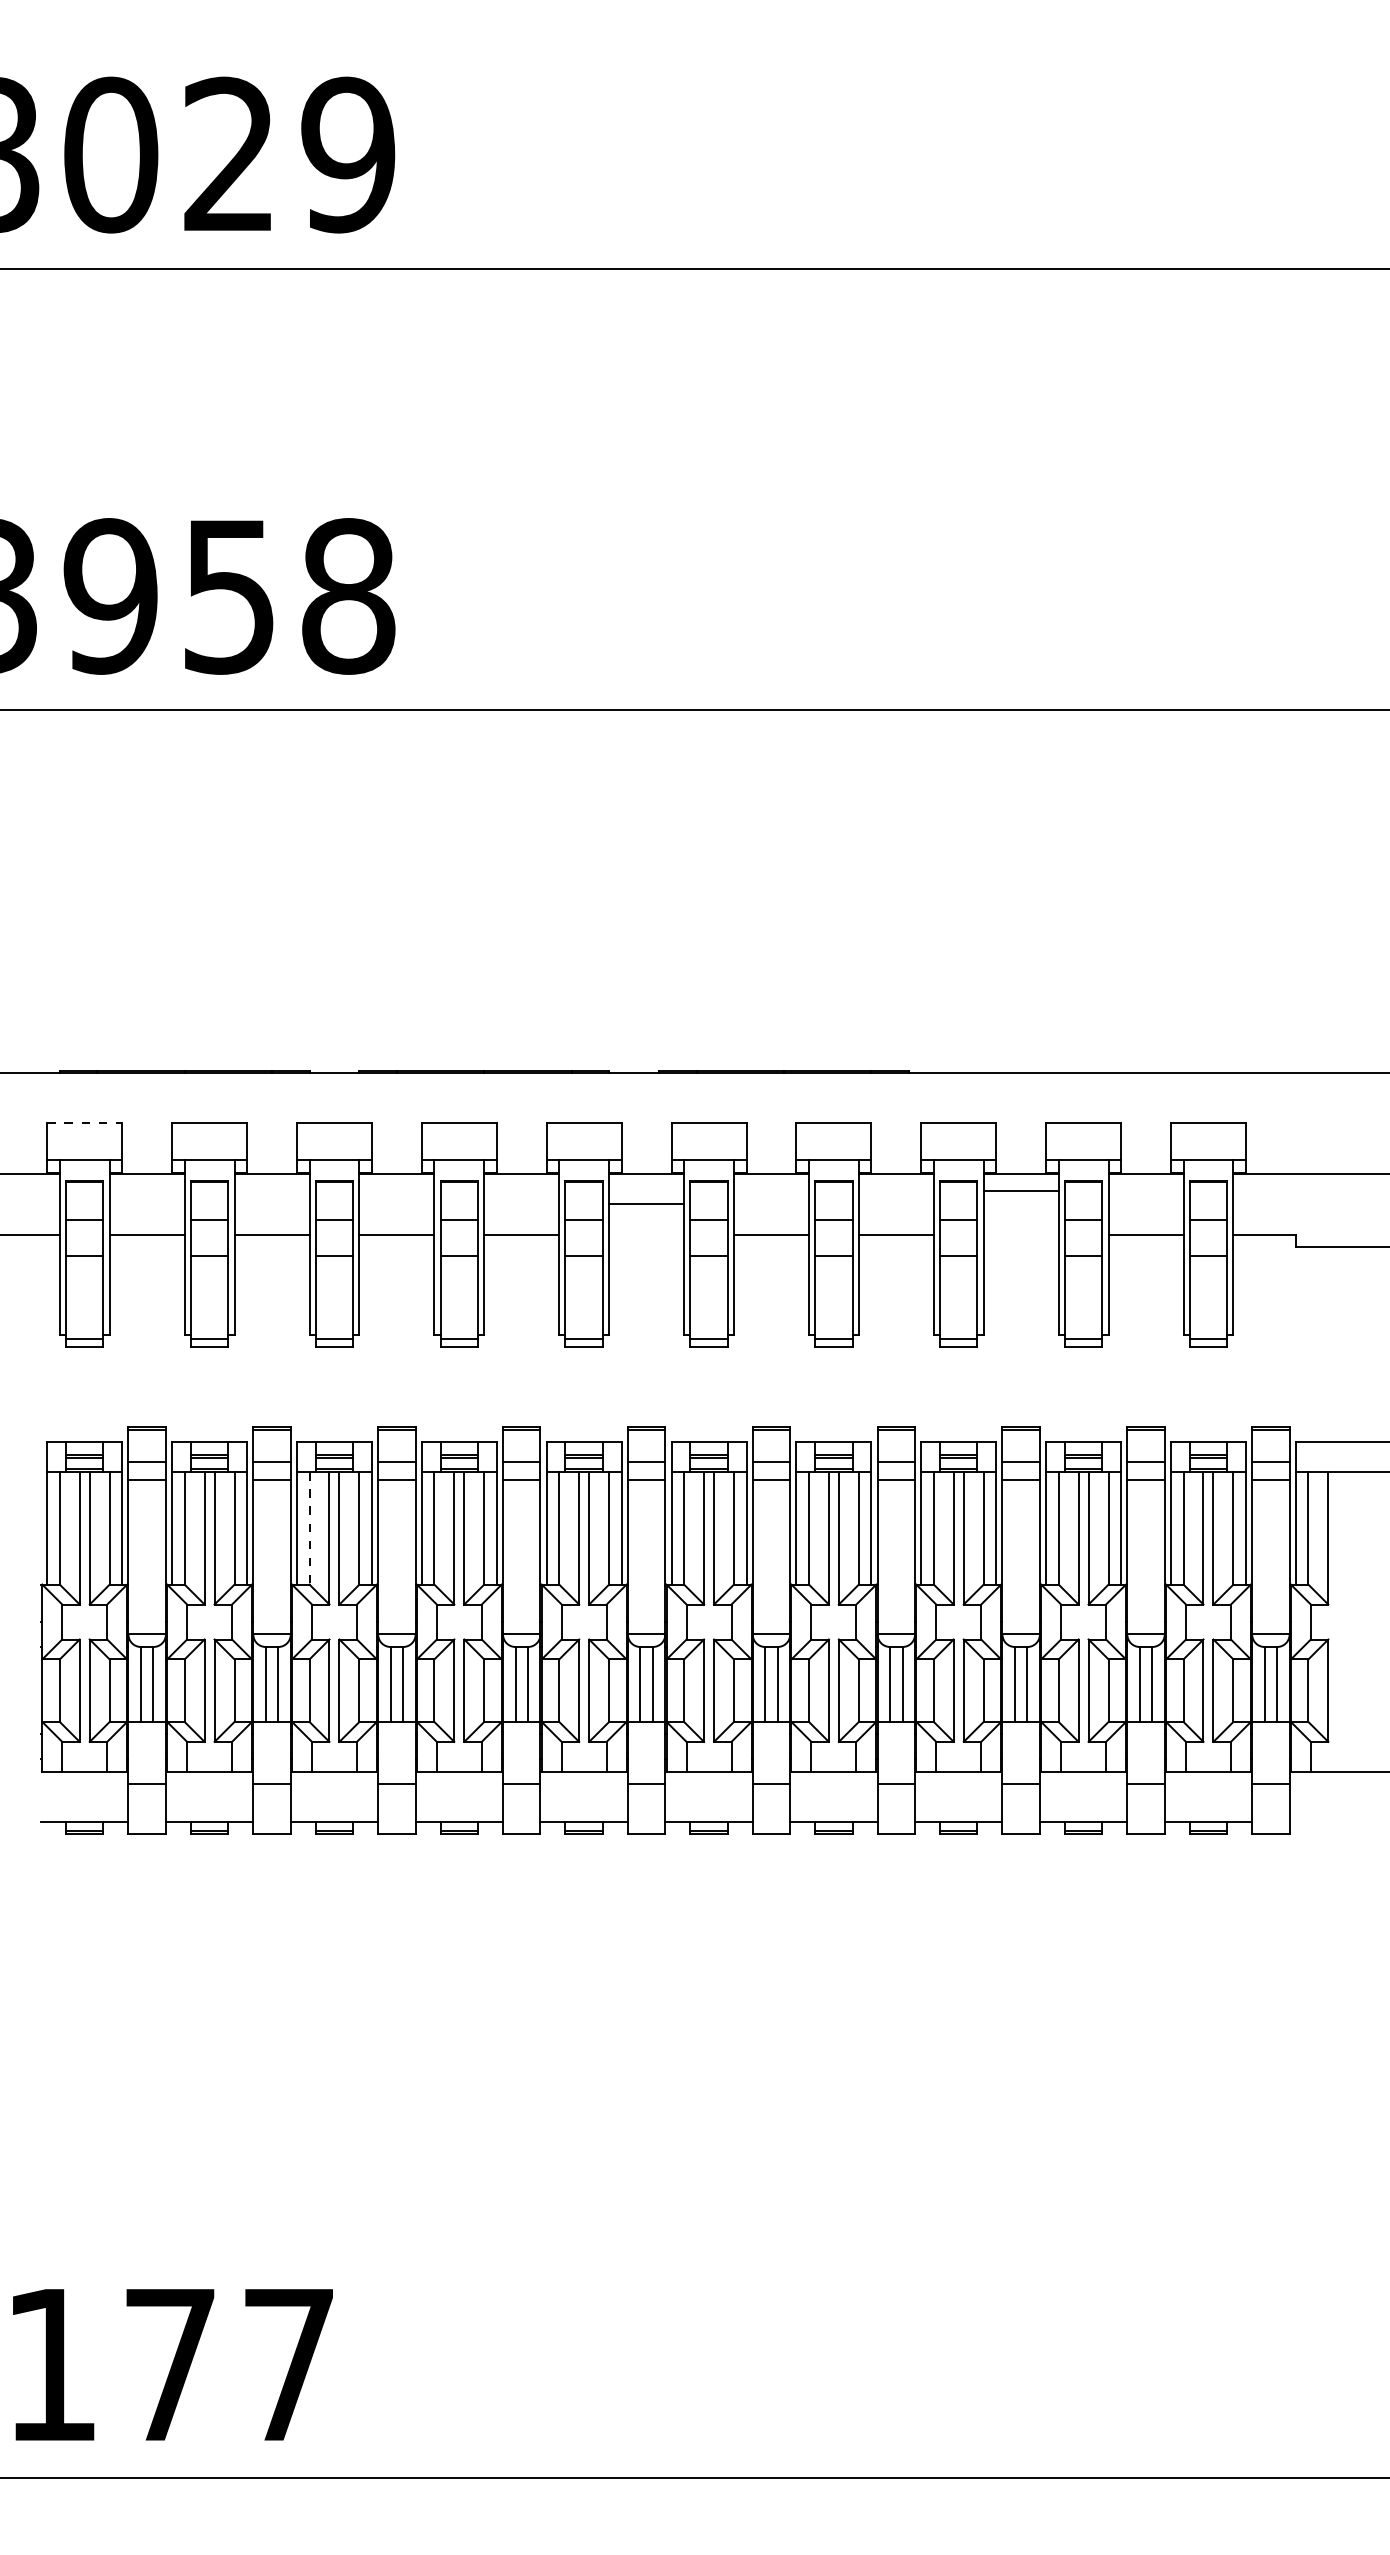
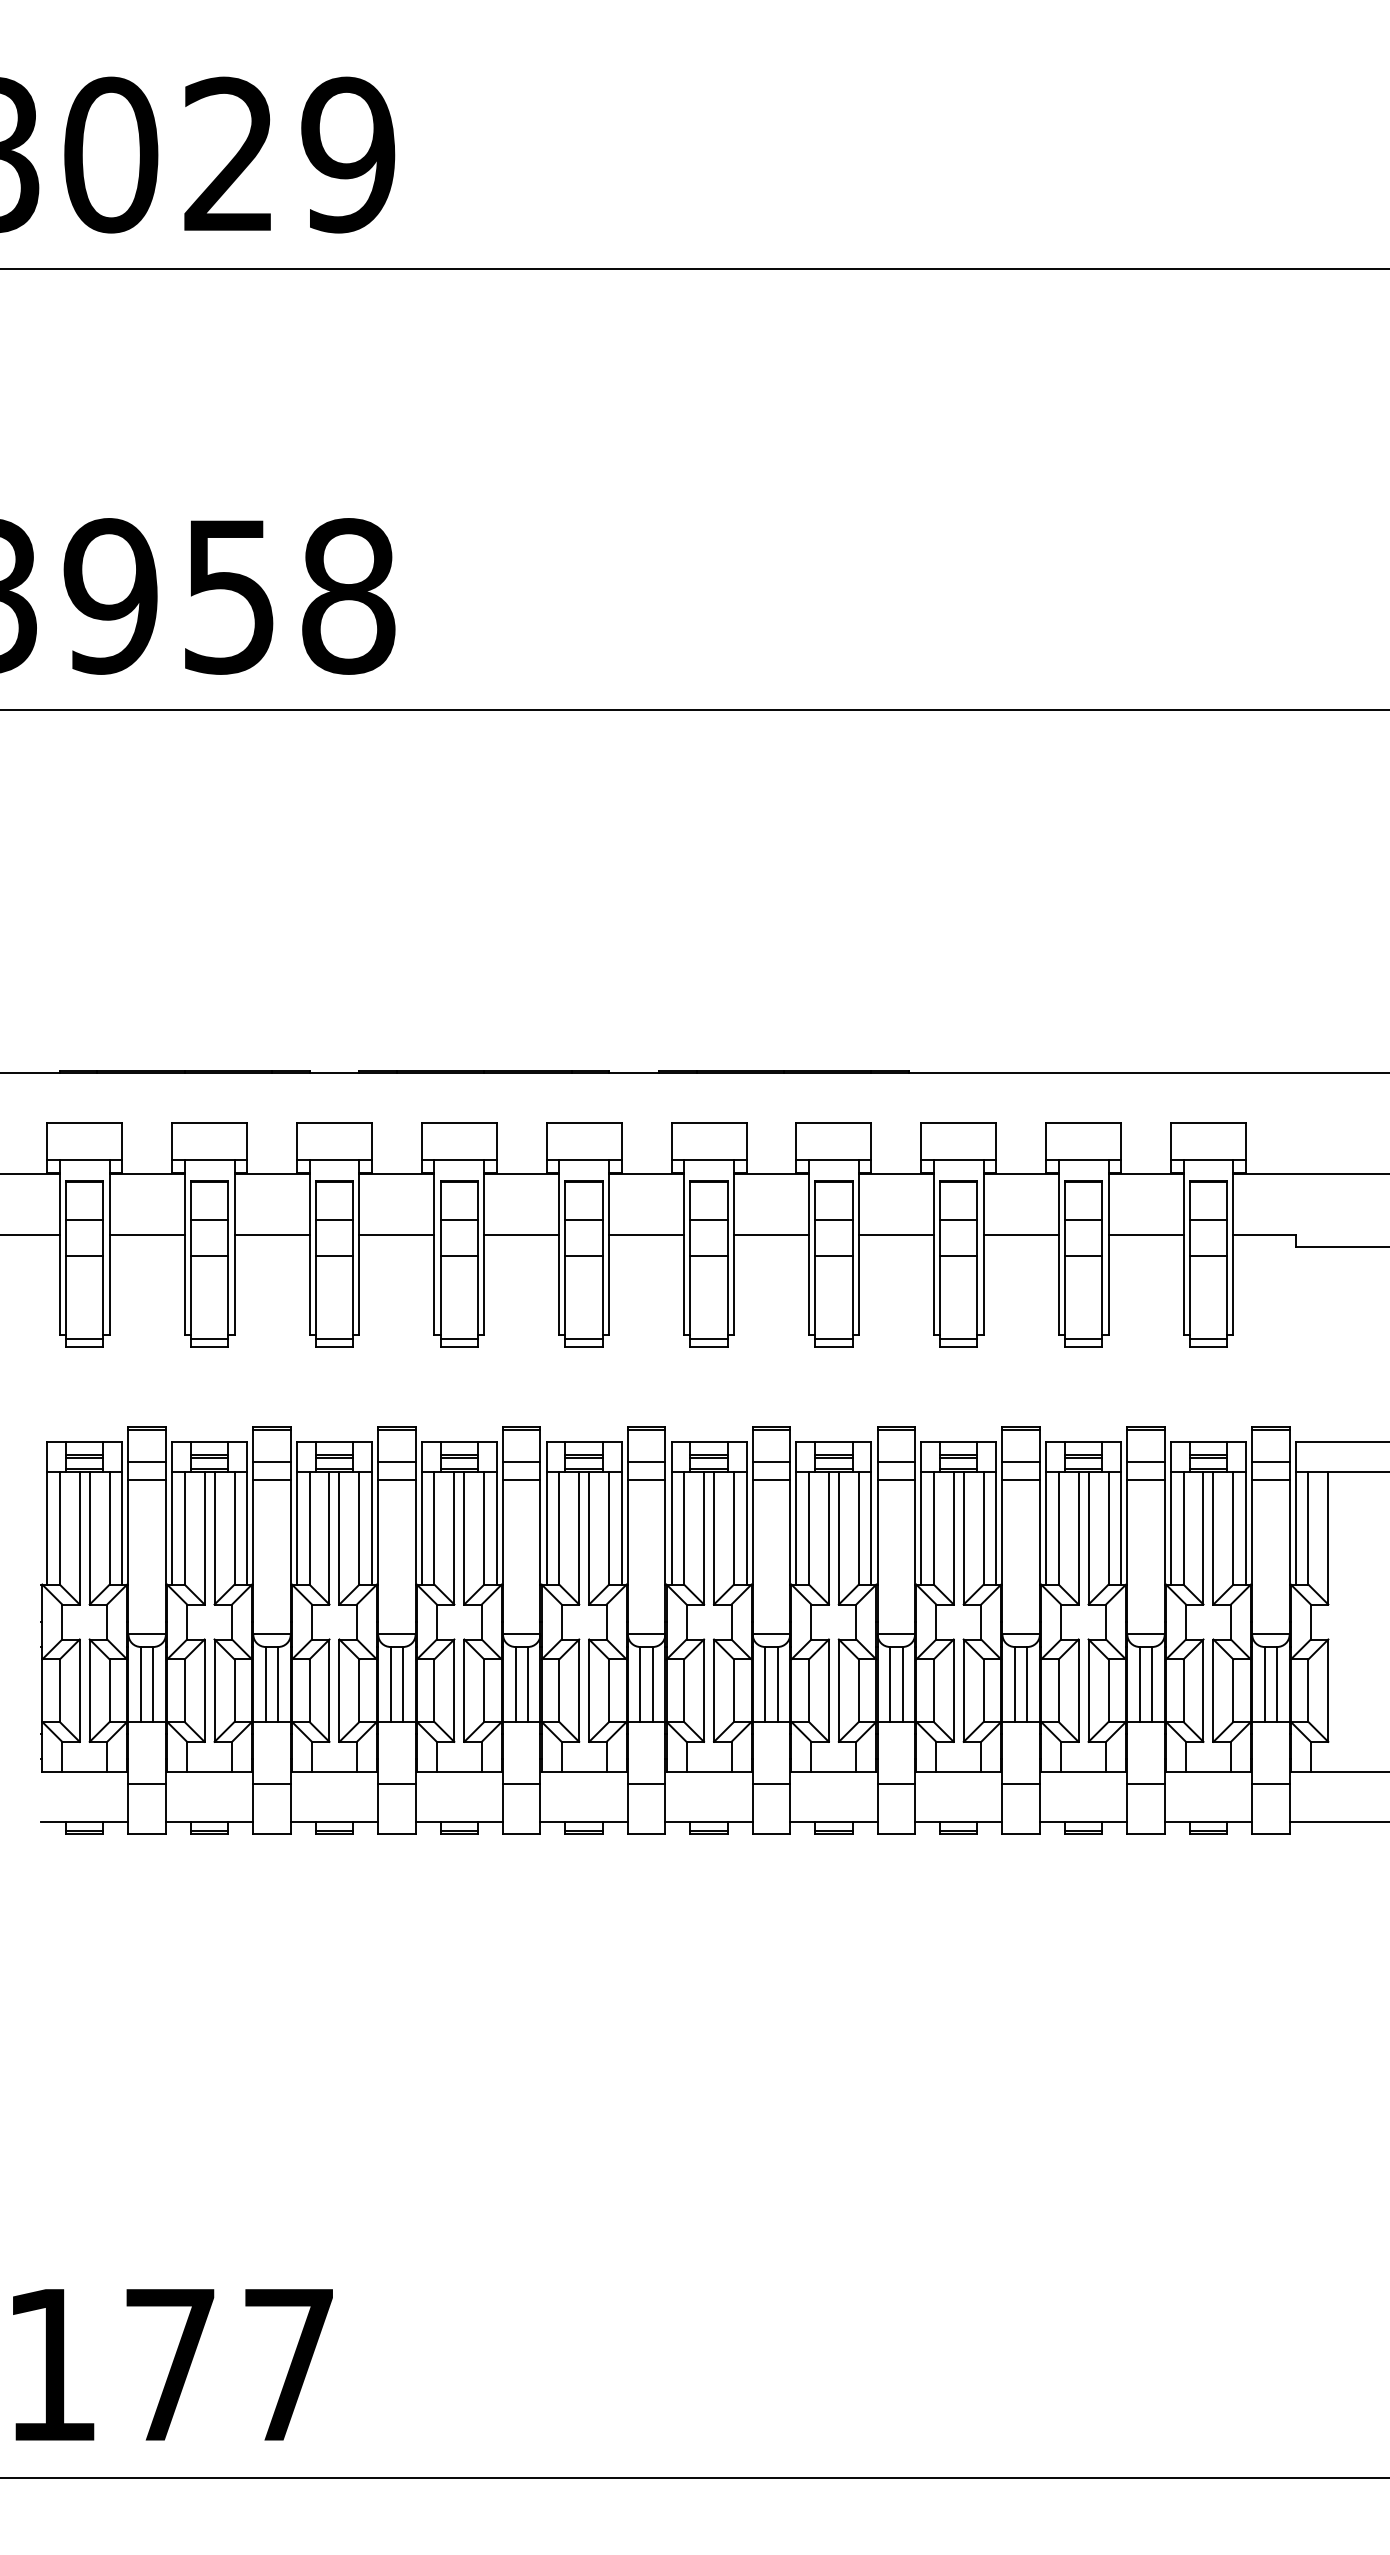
line at (85, 1122): dashed -> solid
line at (1020, 1190) position: (1020, 1190) -> (1020, 1234)
line at (646, 1203) position: (646, 1203) -> (646, 1234)
line at (309, 1528): dashed -> solid
line at (1337, 1821): none -> present
